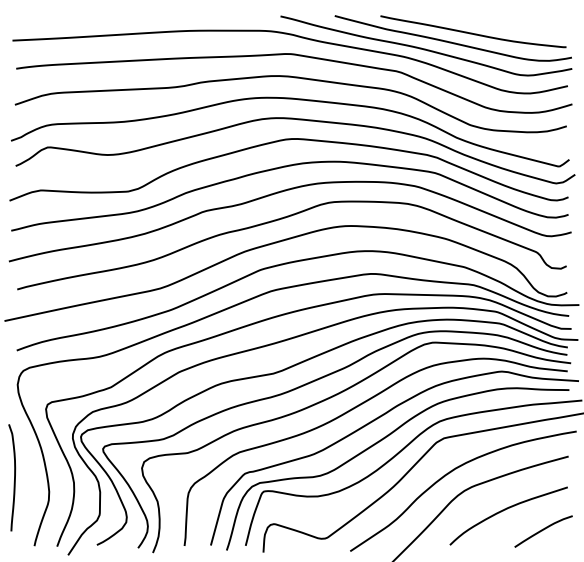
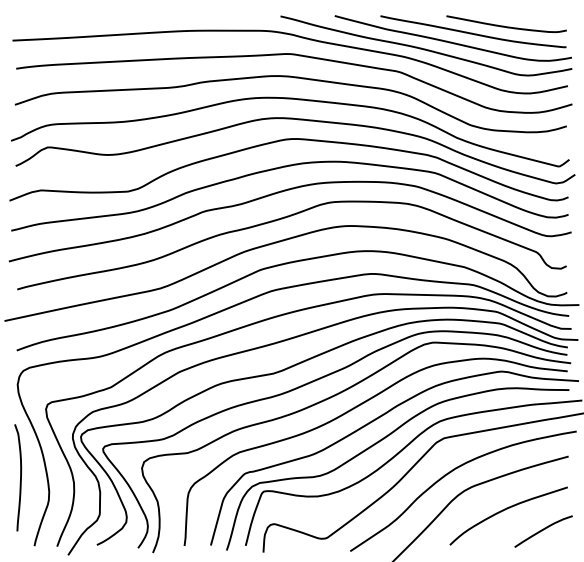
curve at (506, 26): none -> present
curve at (14, 477) position: (14, 477) -> (20, 477)
